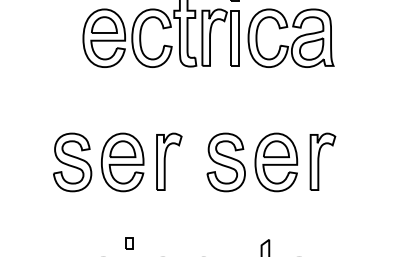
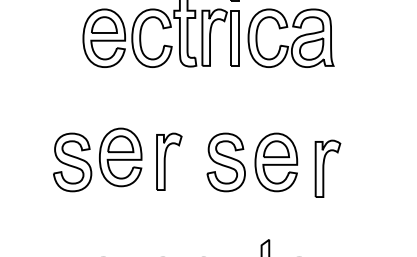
part at (322, 161) position: (322, 161) -> (327, 168)
part at (122, 162) position: (122, 162) -> (120, 157)
part at (129, 243): present -> none
